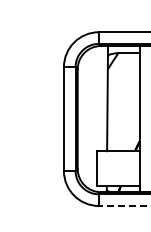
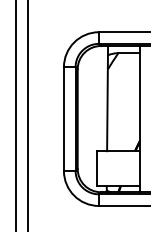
line at (16, 115): none -> present
line at (27, 115): none -> present
line at (124, 205): dashed -> solid
